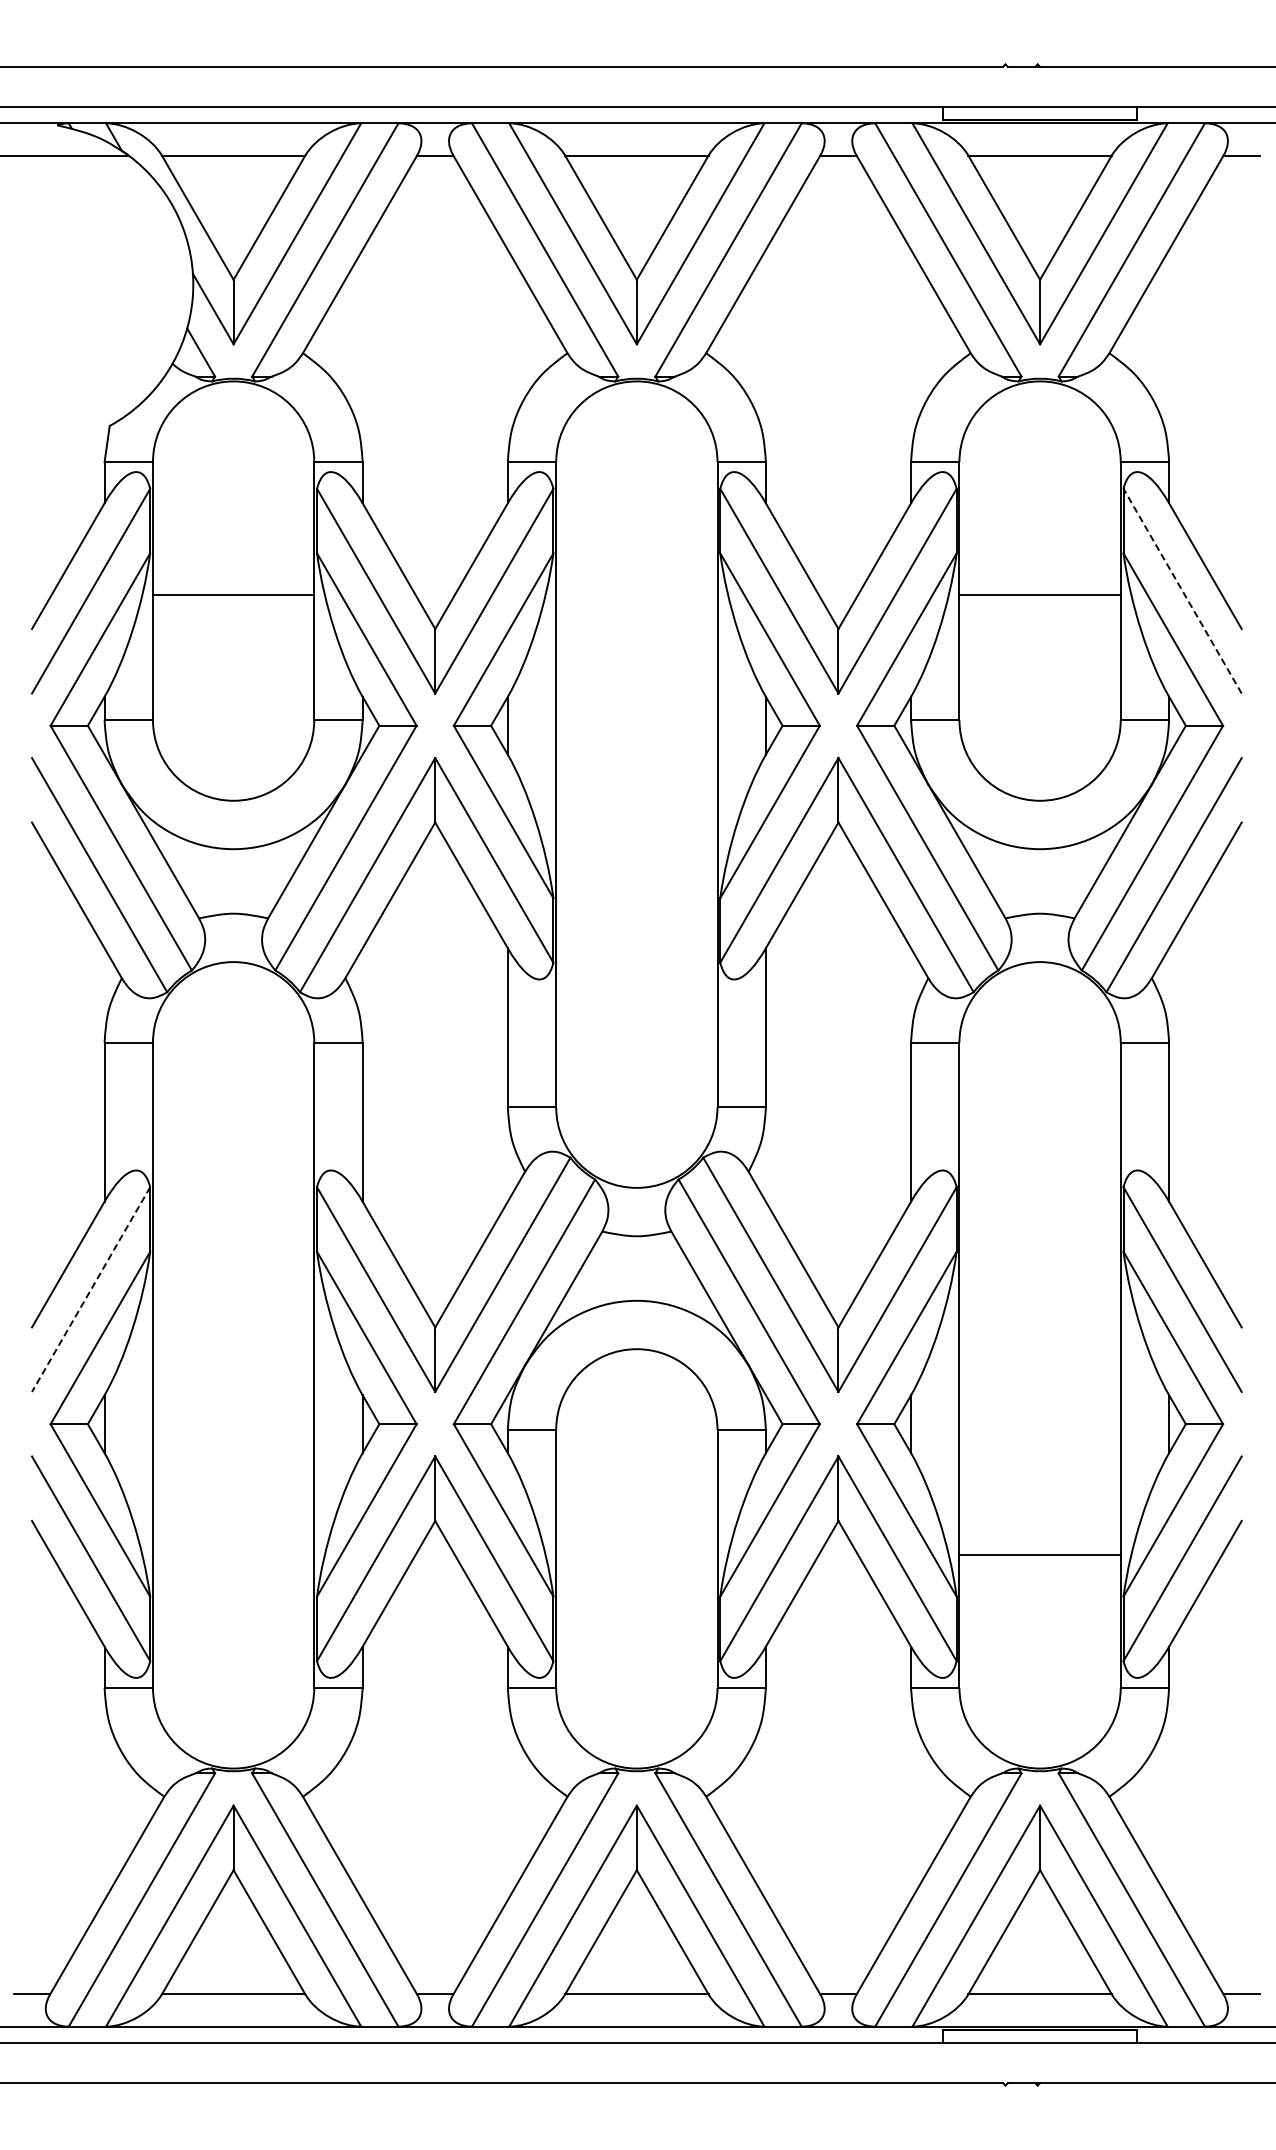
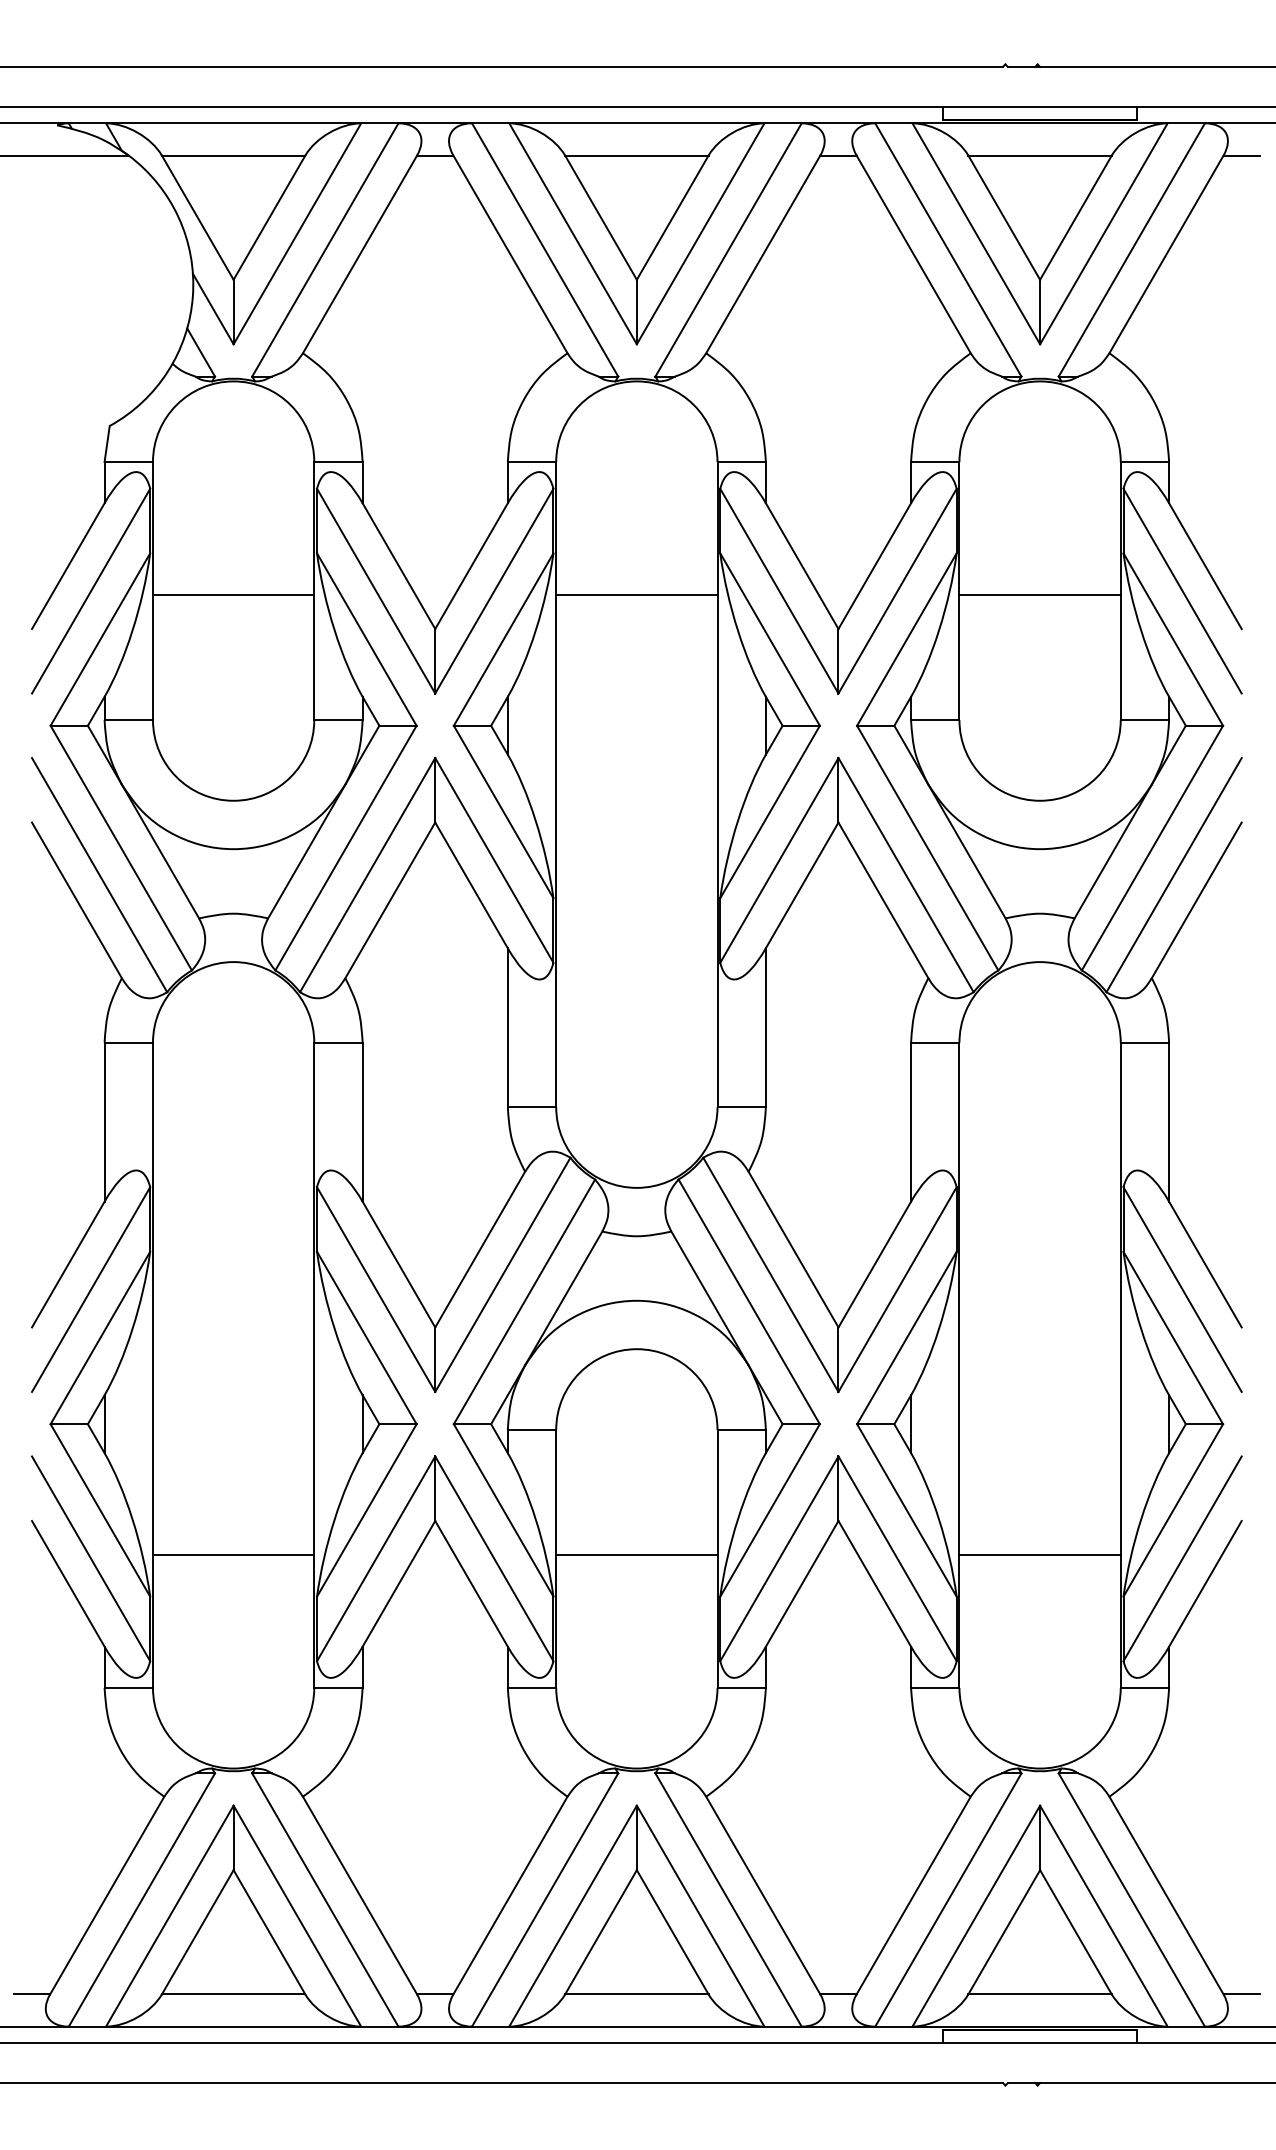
line at (1182, 590): dashed -> solid
line at (636, 595): none -> present
line at (90, 1290): dashed -> solid
line at (233, 1554): none -> present
line at (636, 1554): none -> present
